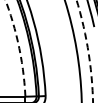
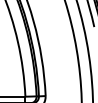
arc at (18, 46): dashed -> solid
arc at (88, 51): dashed -> solid
